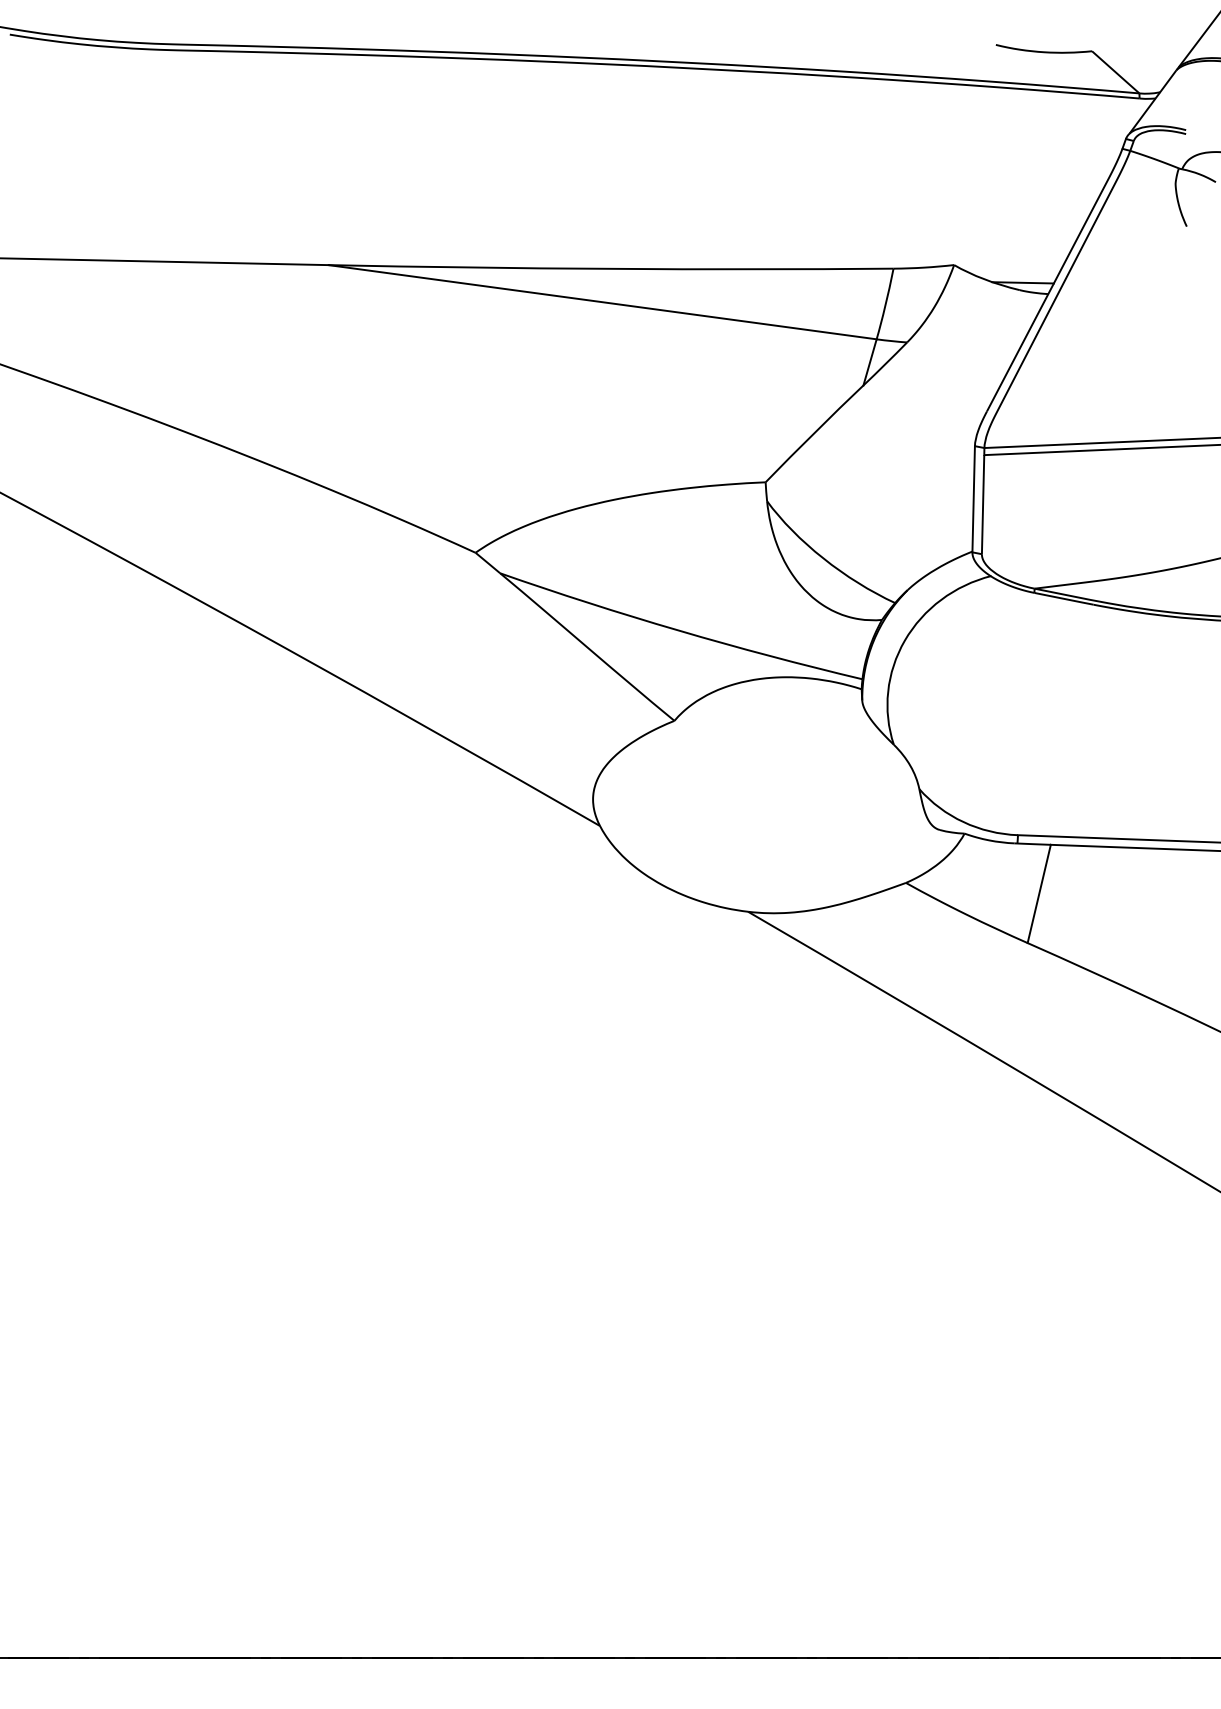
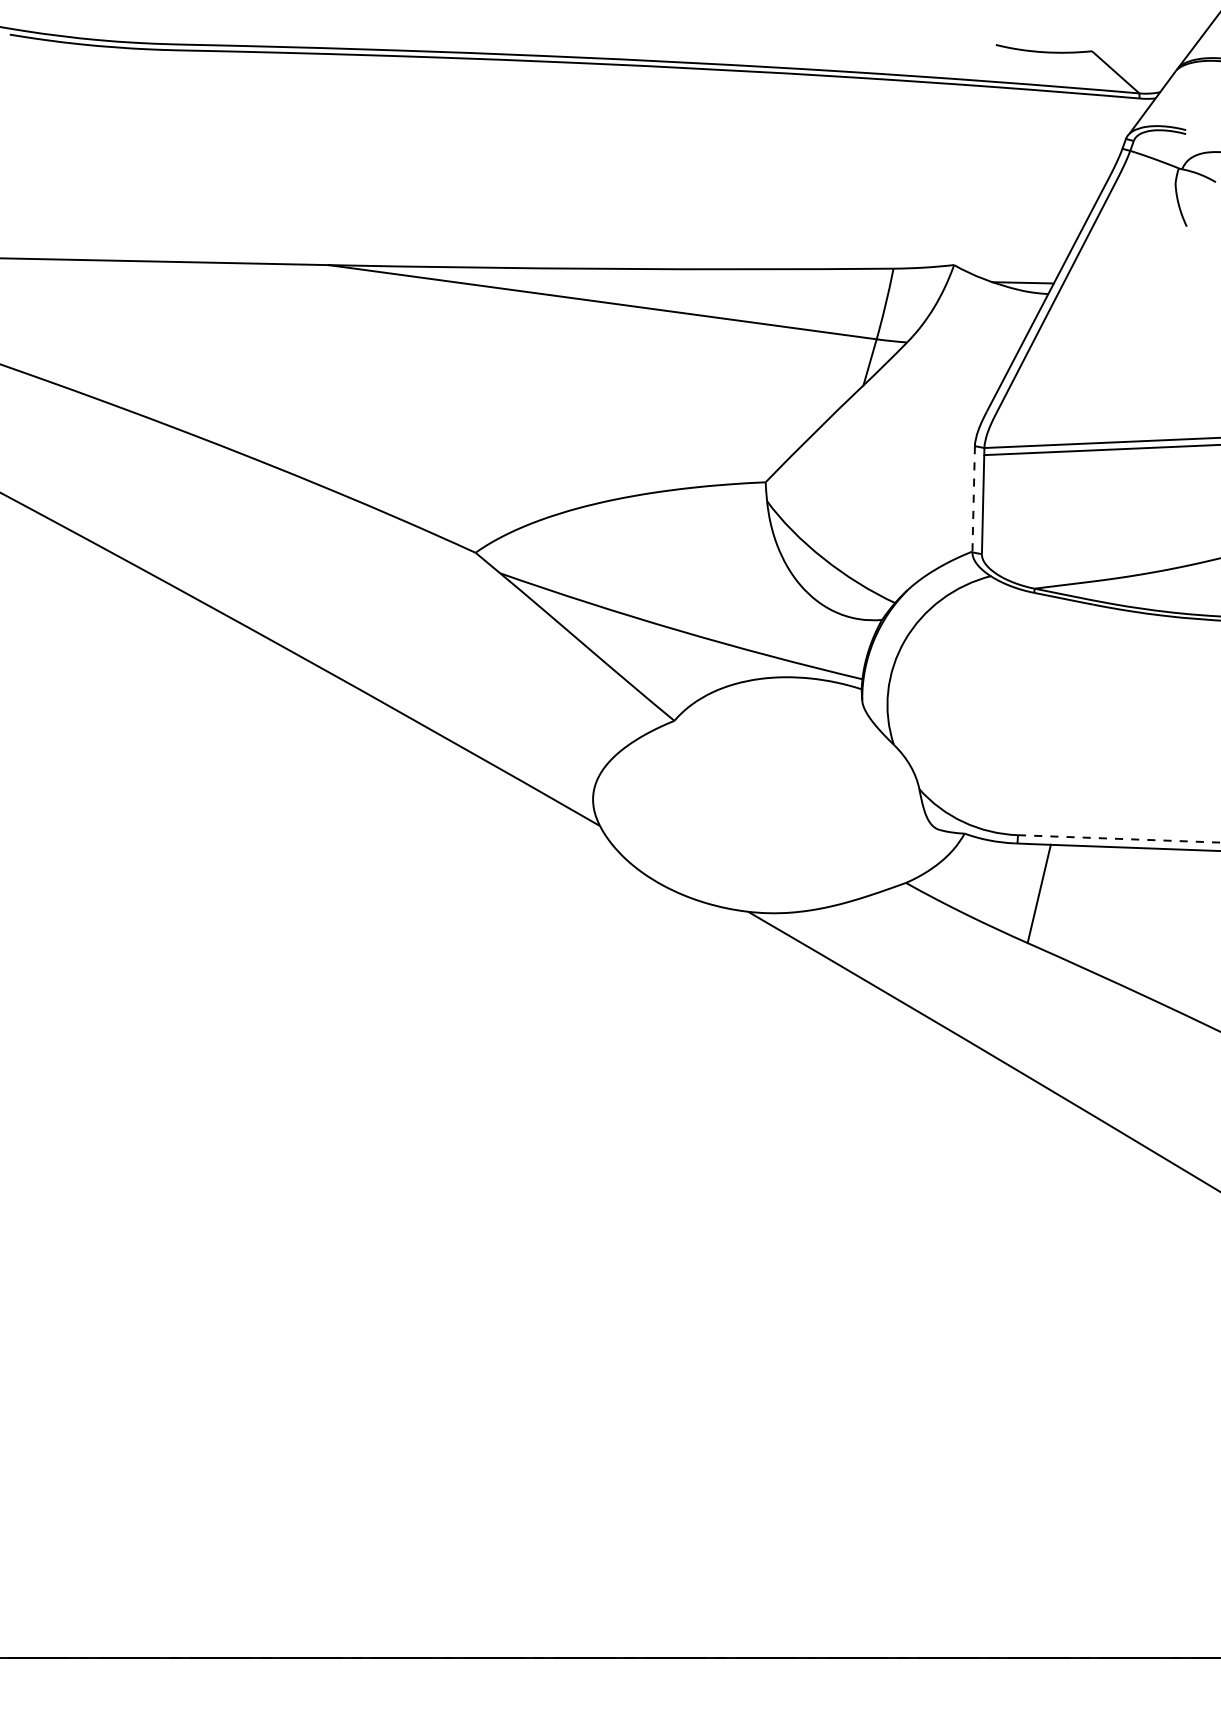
line at (973, 499): solid -> dashed
line at (1119, 838): solid -> dashed
